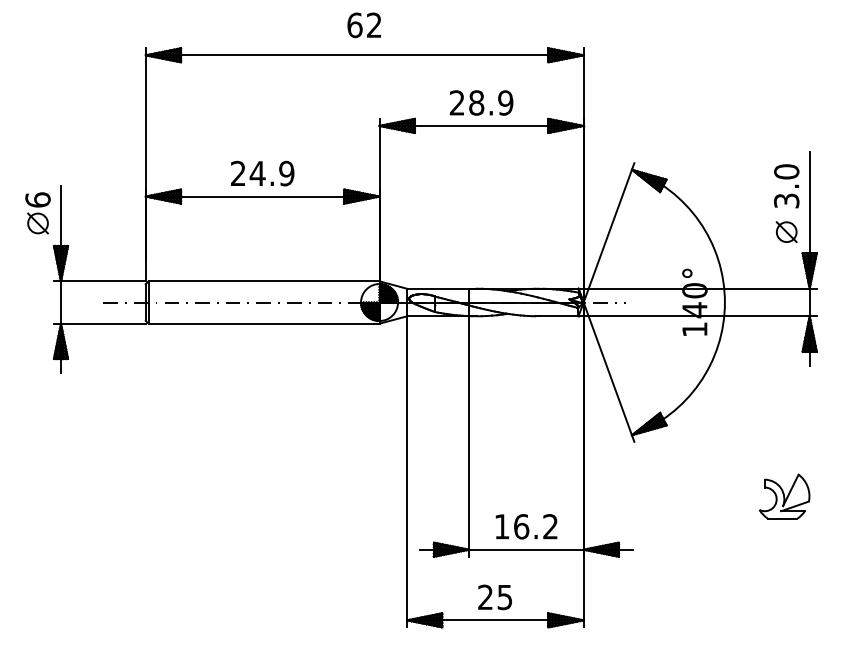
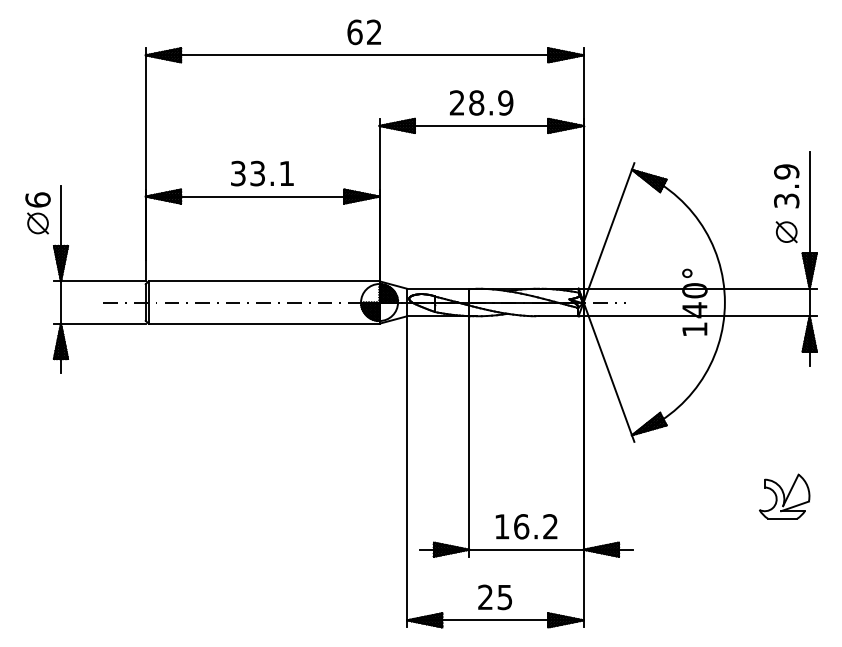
text at (363, 25) position: (363, 25) -> (363, 32)
text at (786, 171): 3.0 -> 3.9
text at (262, 173): 24.9 -> 33.1
